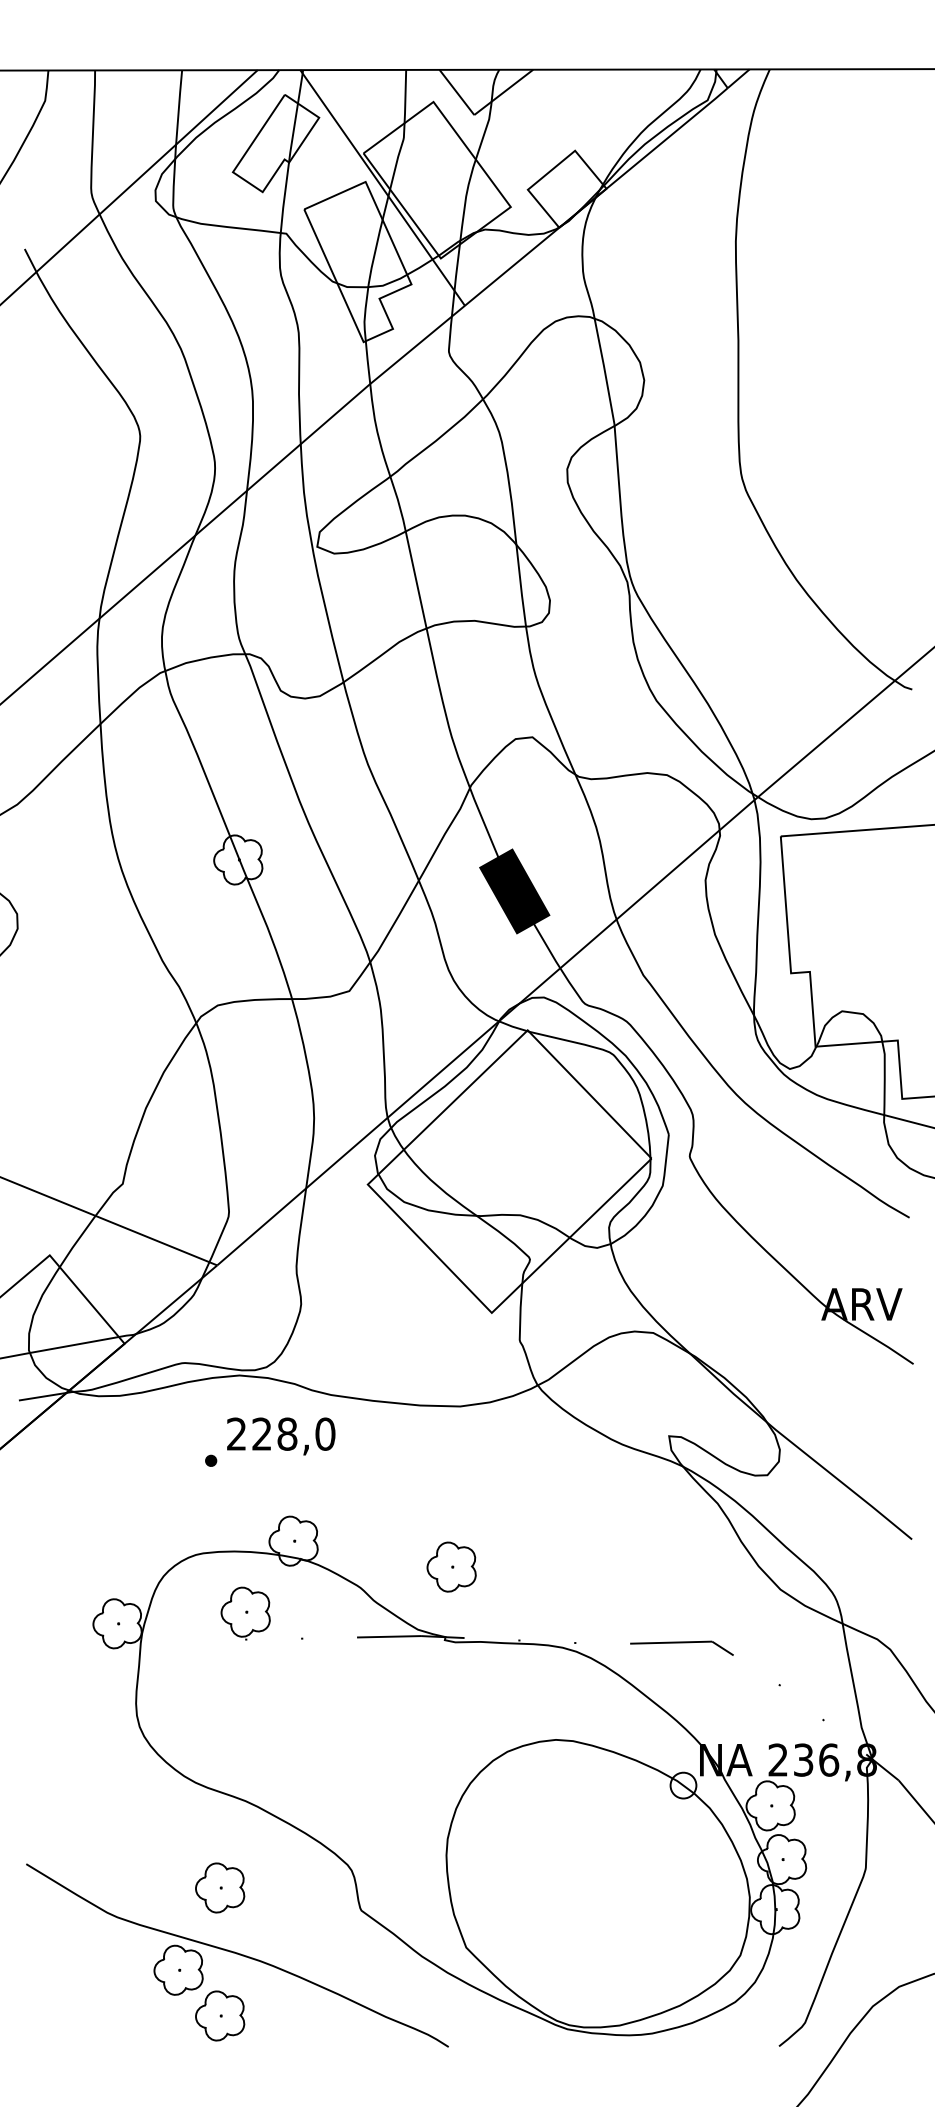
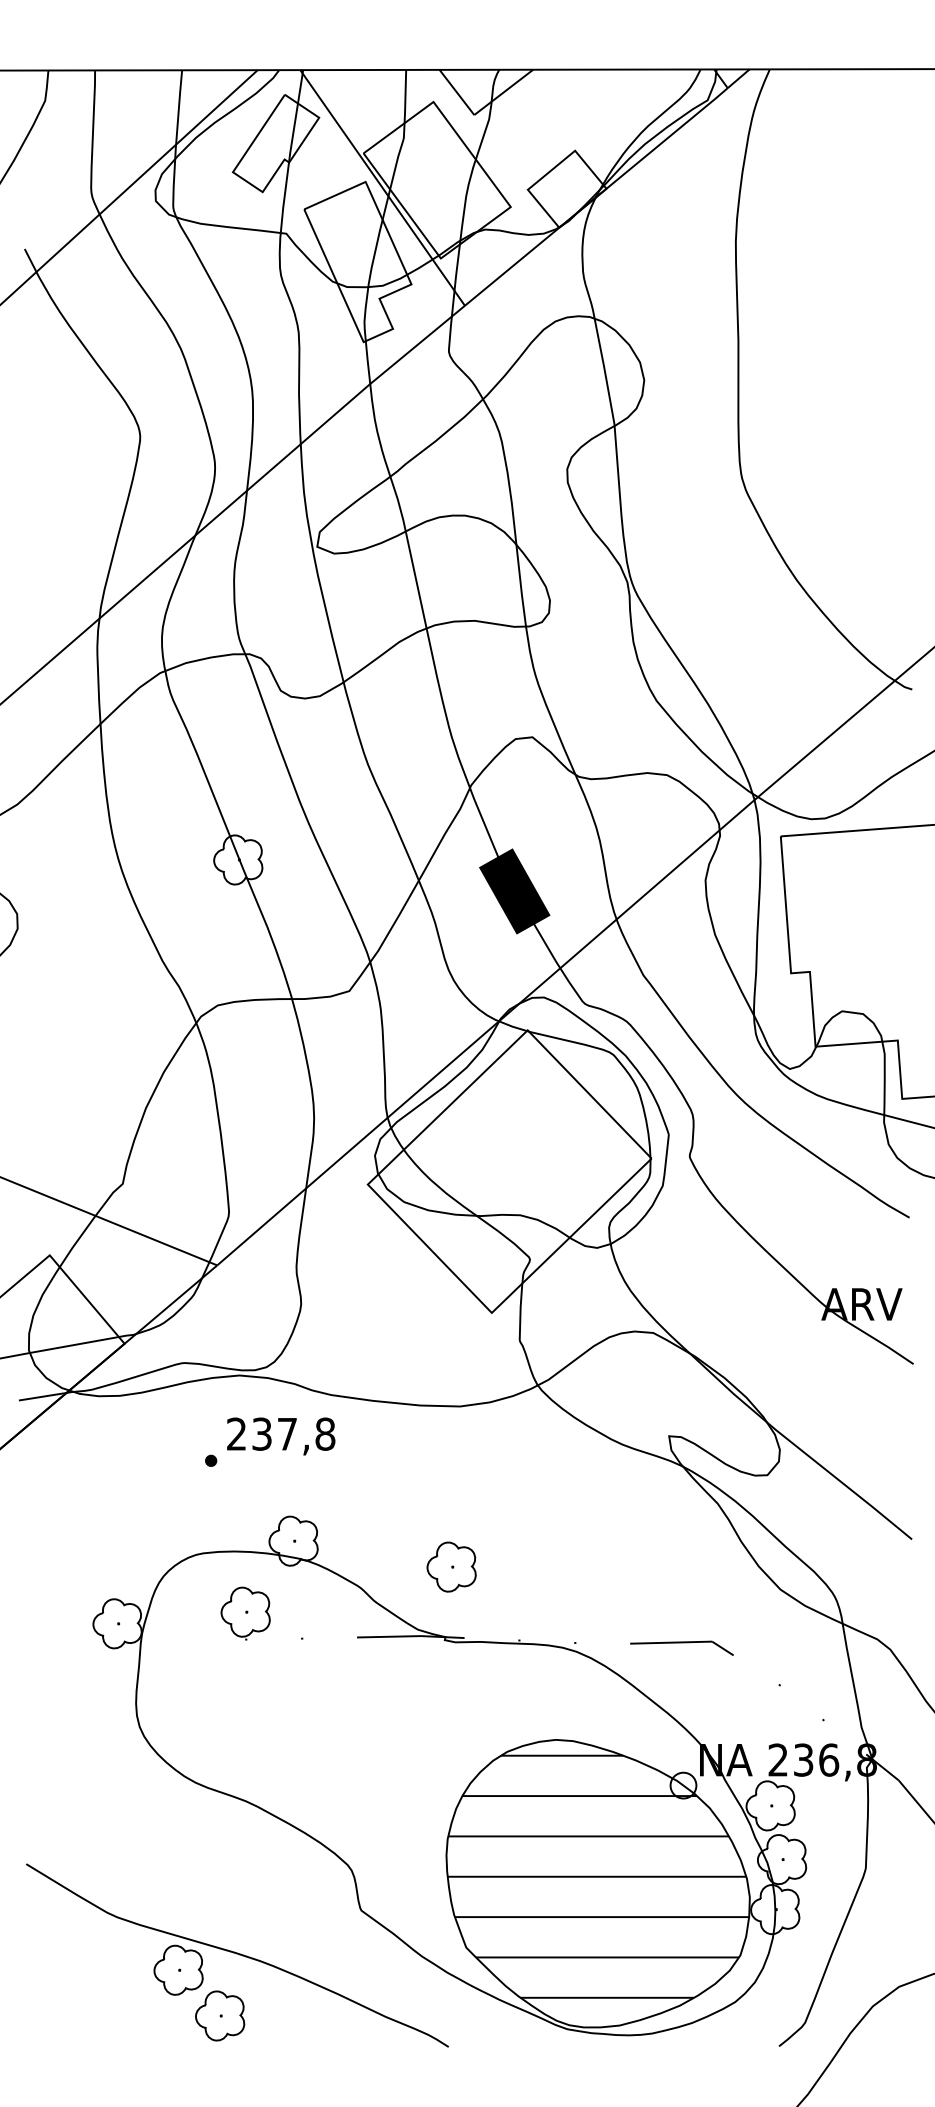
text at (293, 1433): 228,0 -> 237,8
hatch at (598, 1876): none -> present
part at (220, 1887): present -> none
